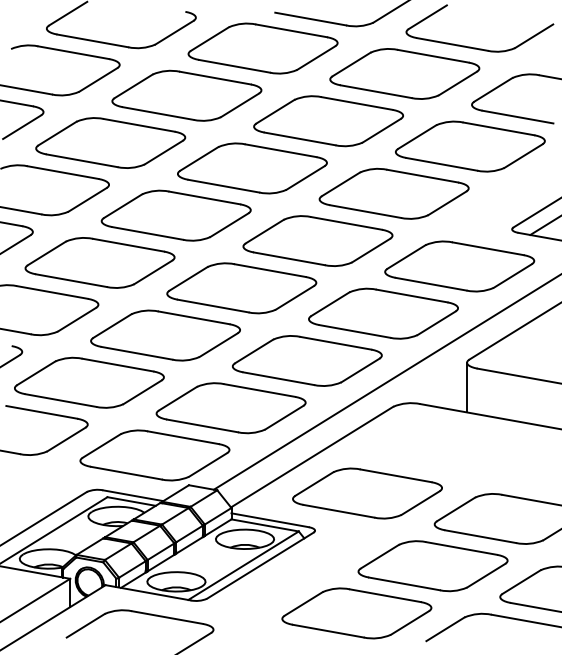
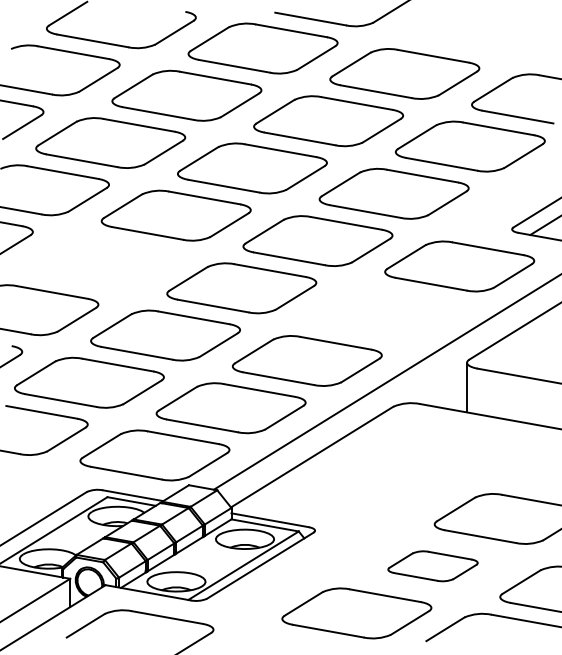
part at (476, 47): present -> none
part at (99, 262): present -> none
part at (383, 313): present -> none
part at (367, 493): present -> none
part at (432, 566) size: 152x53 px -> 92x33 px
